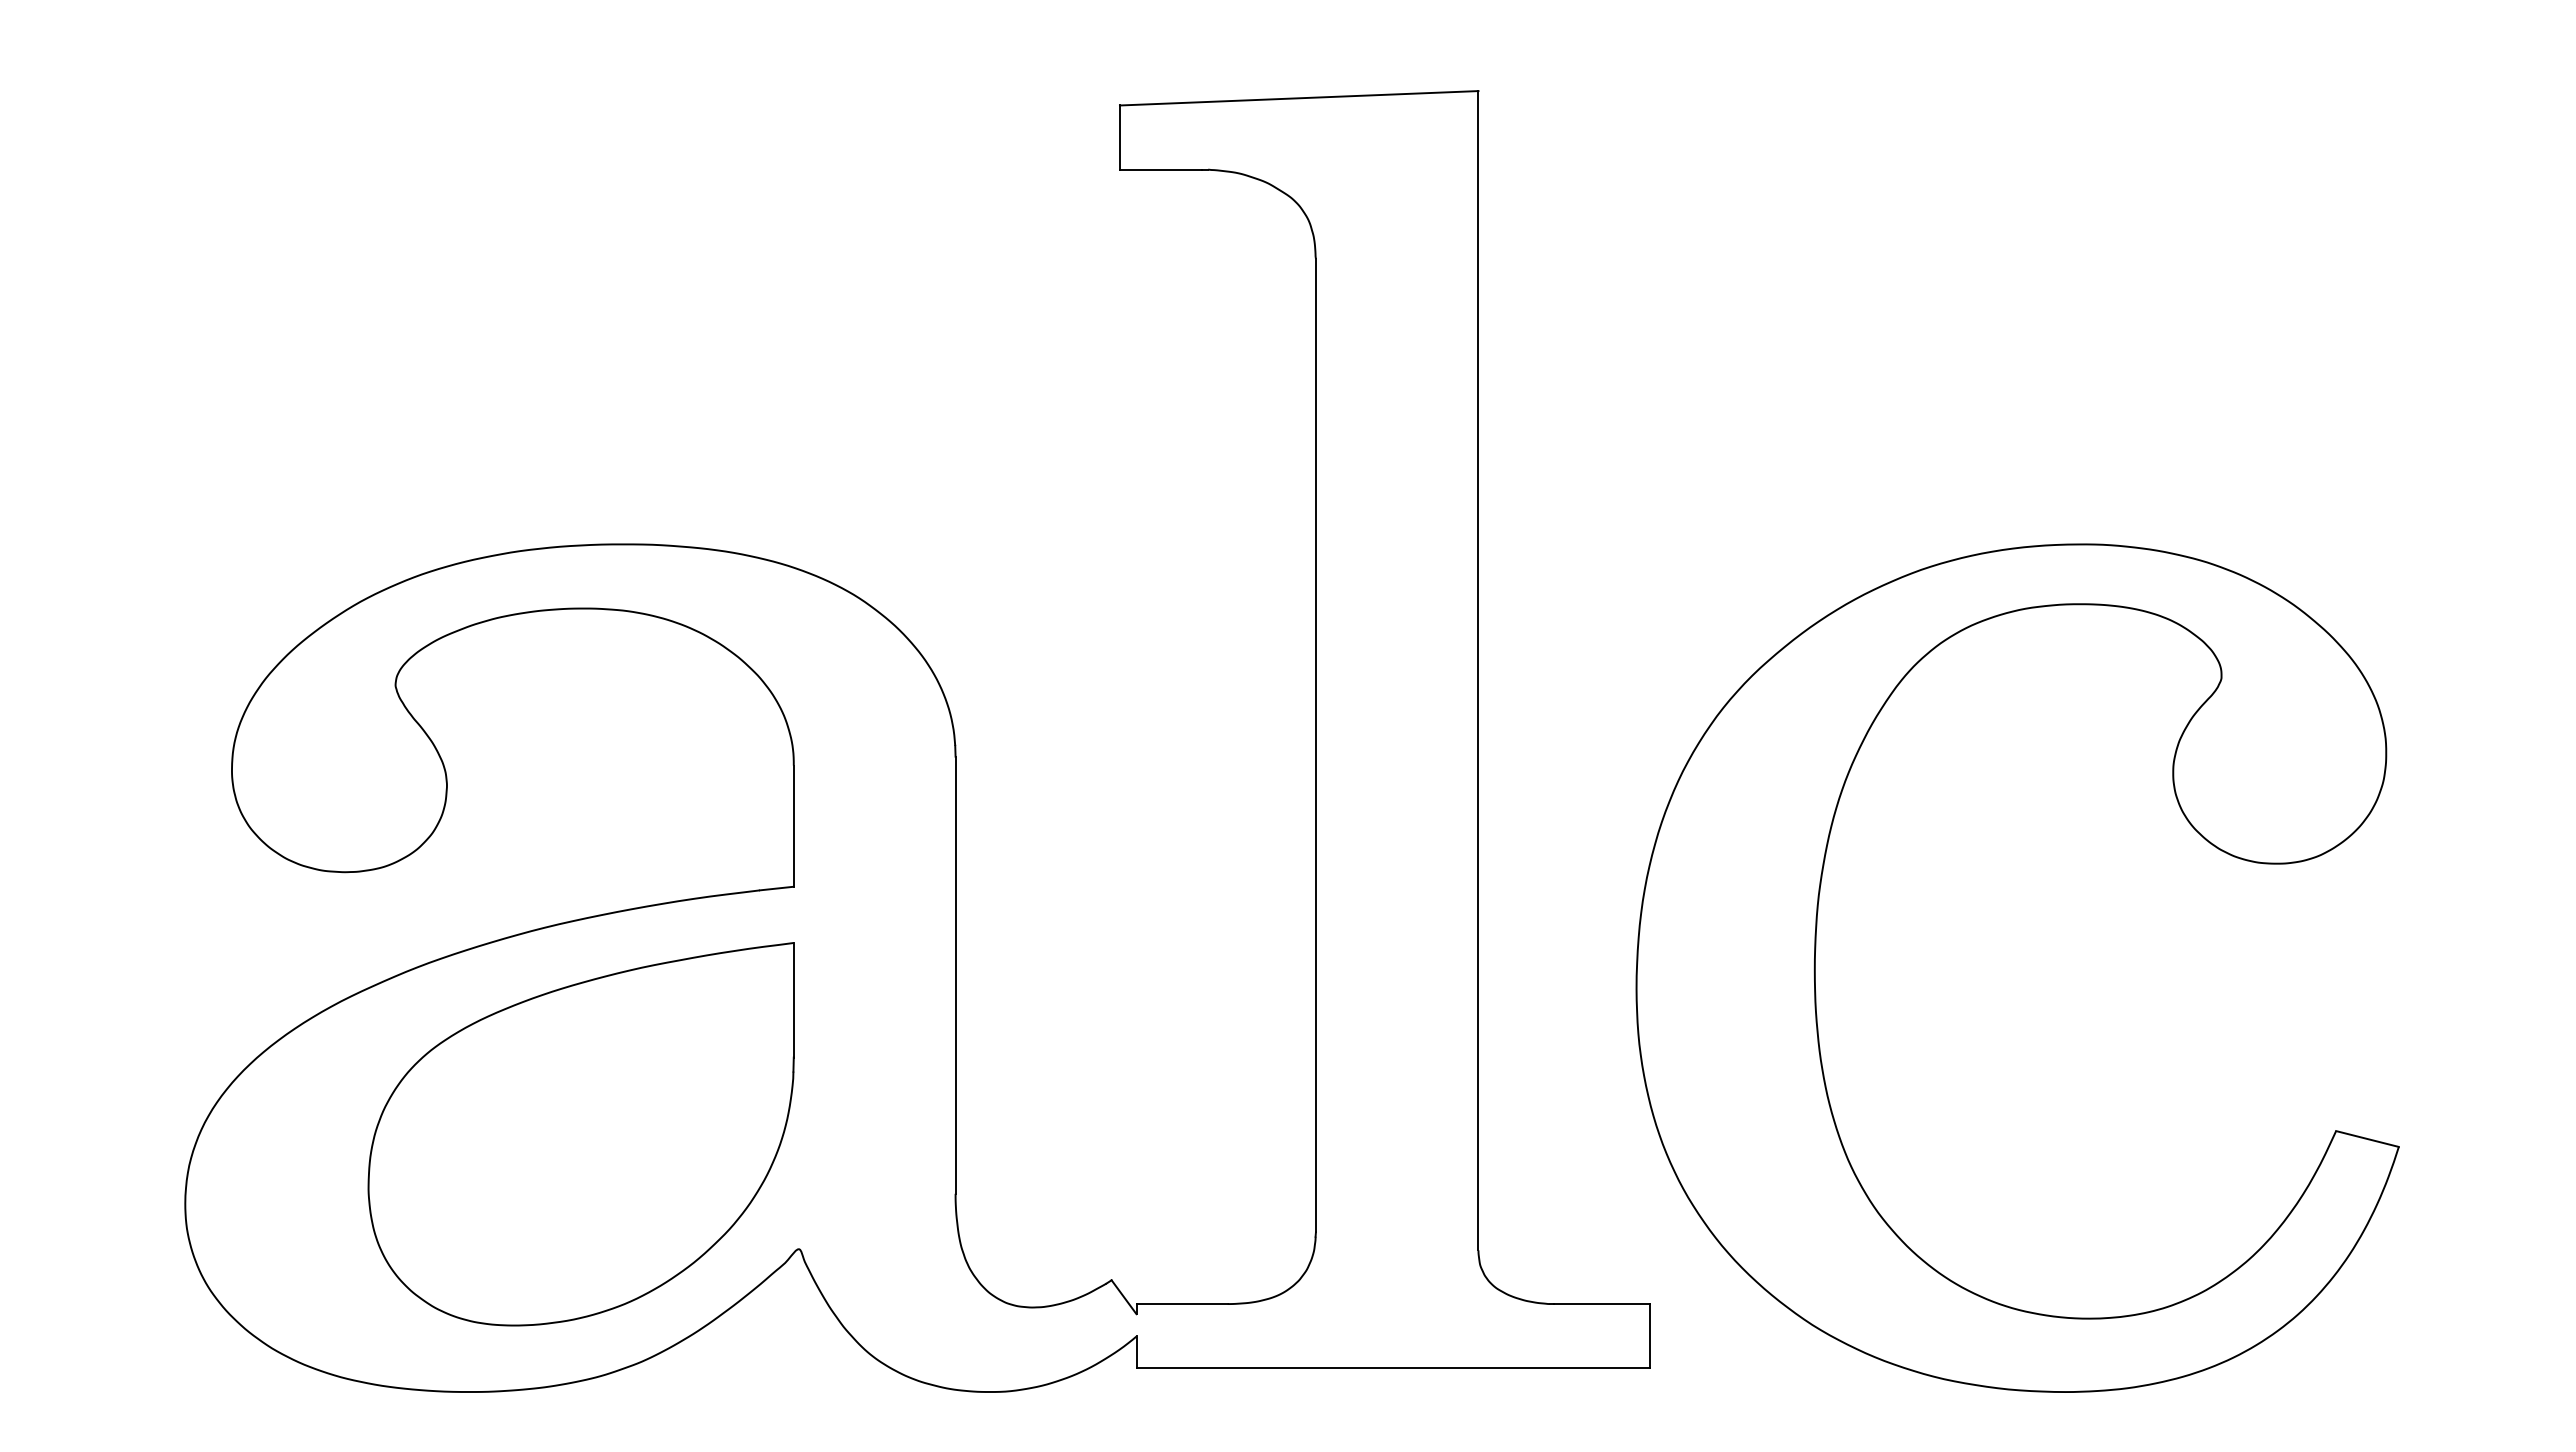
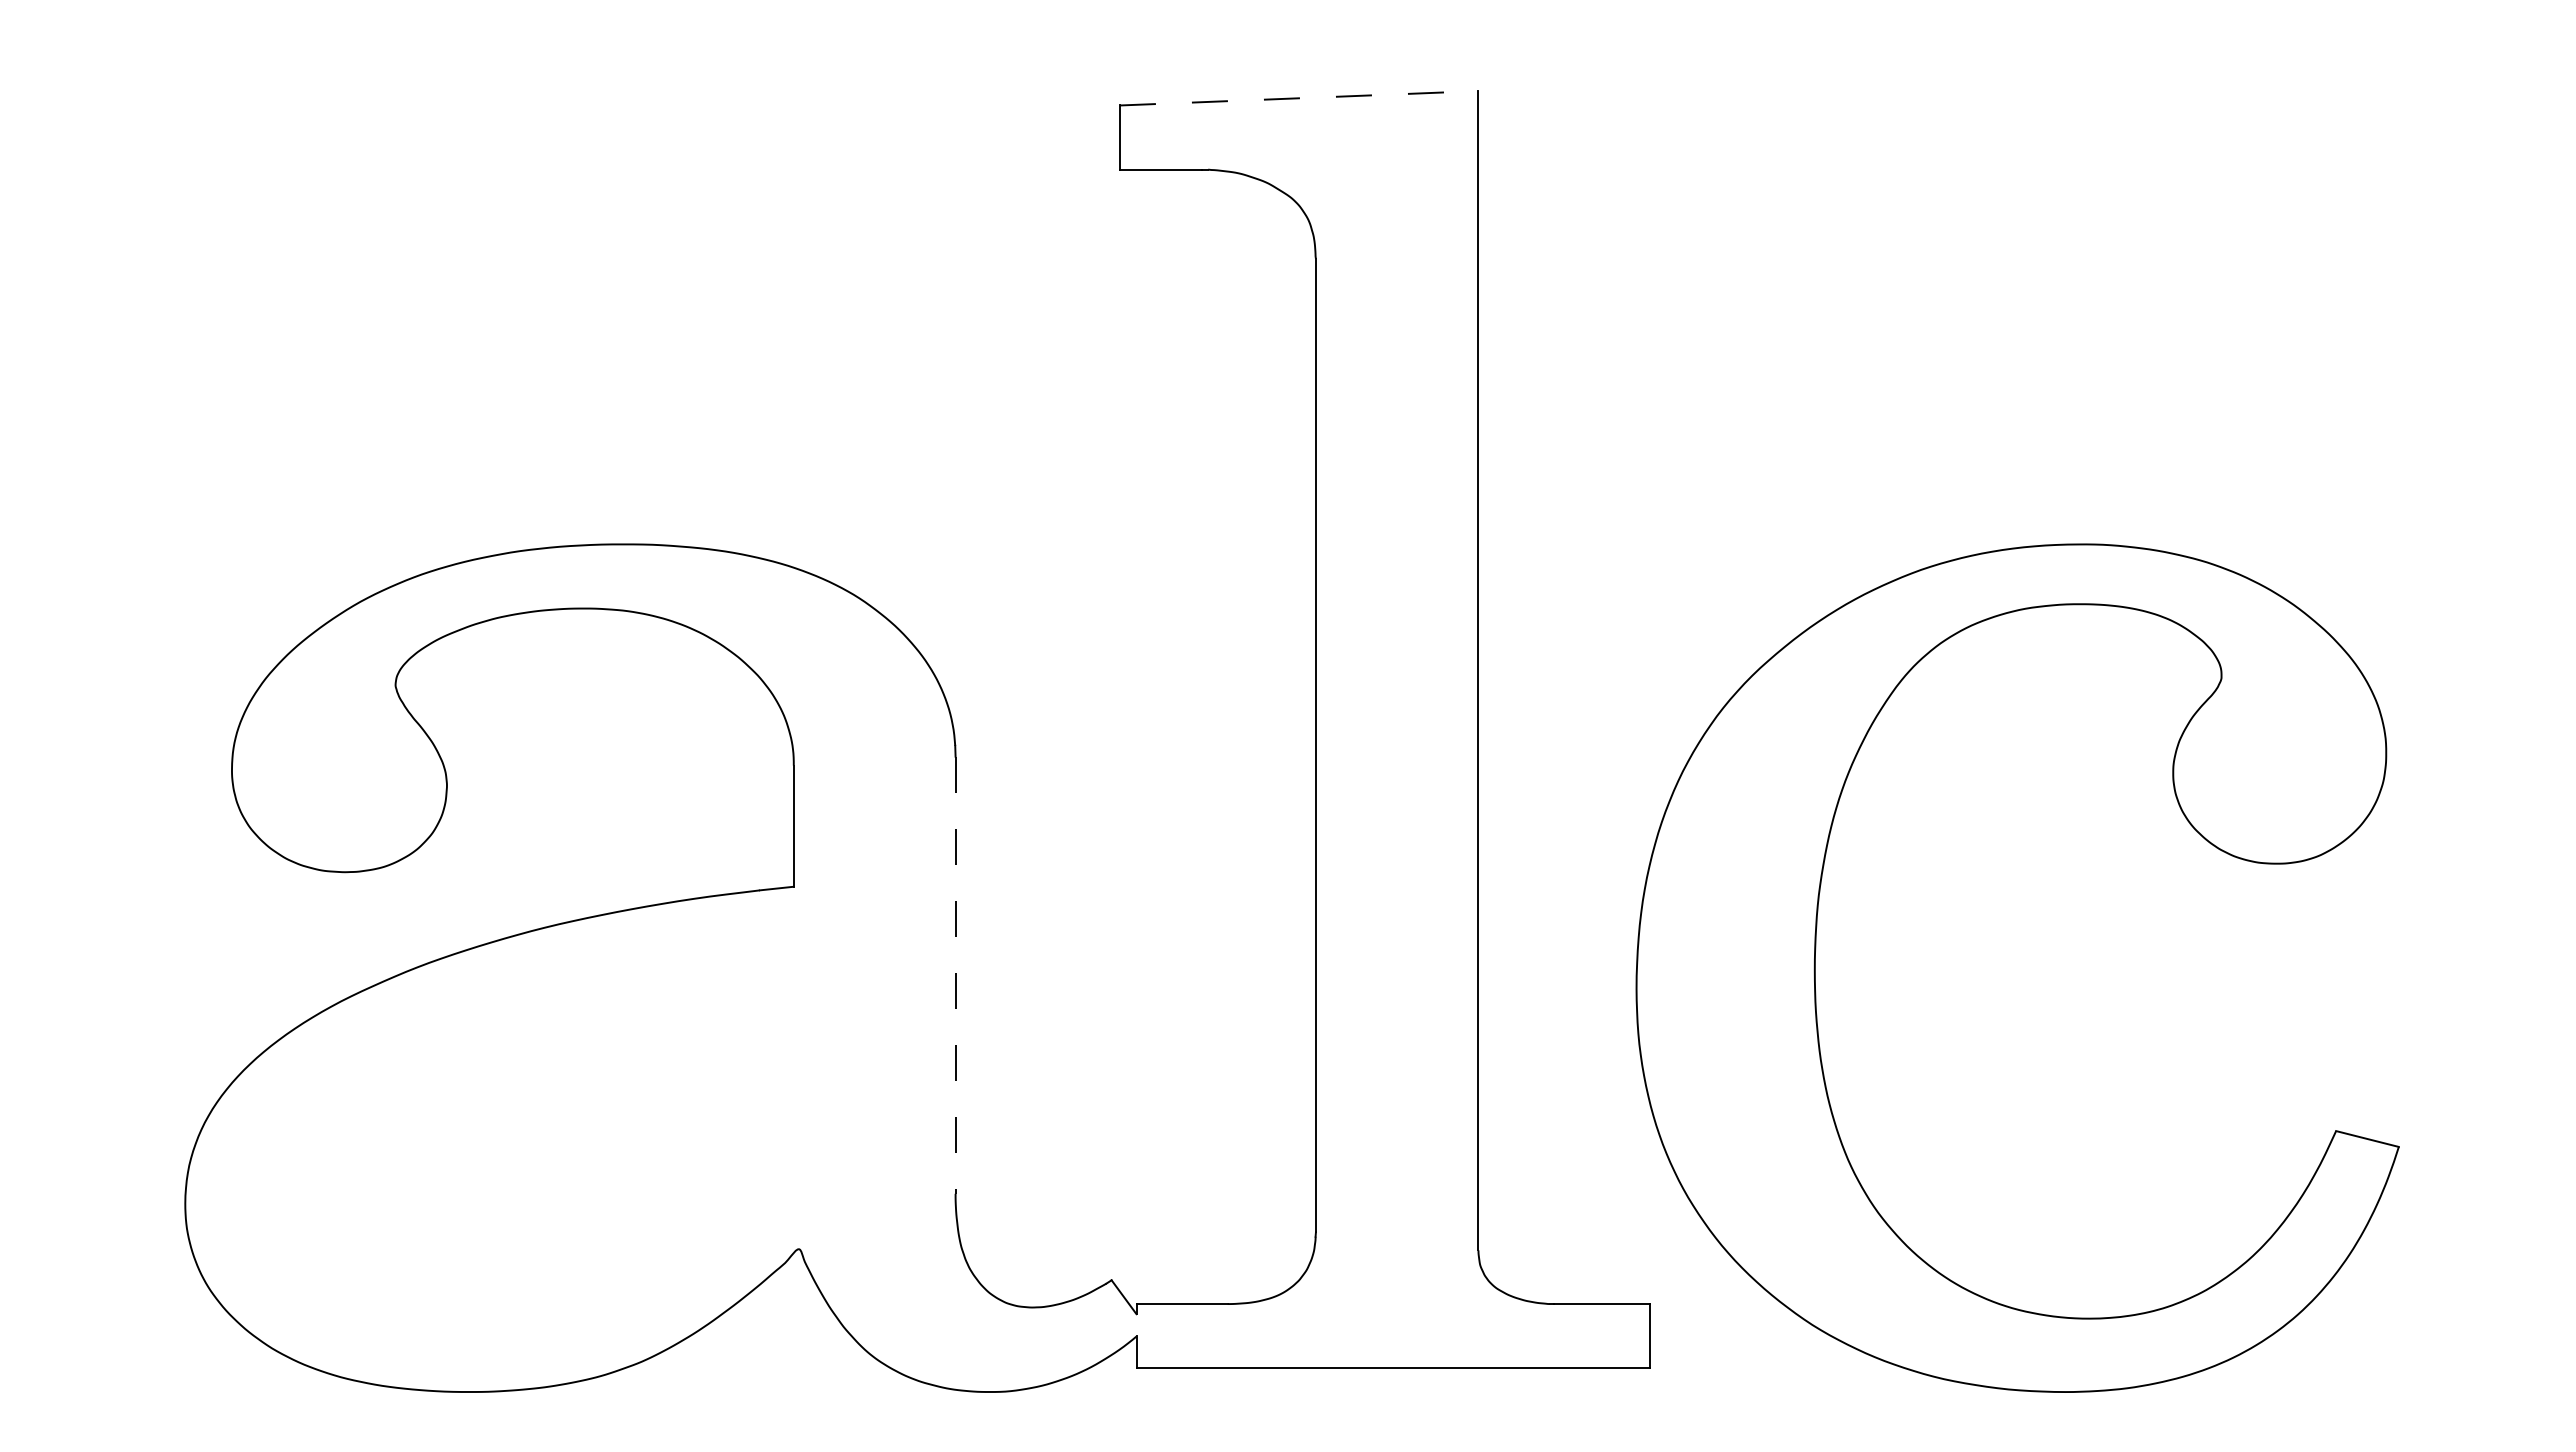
line at (1299, 98): solid -> dashed
line at (955, 975): solid -> dashed
part at (580, 1134): present -> none
